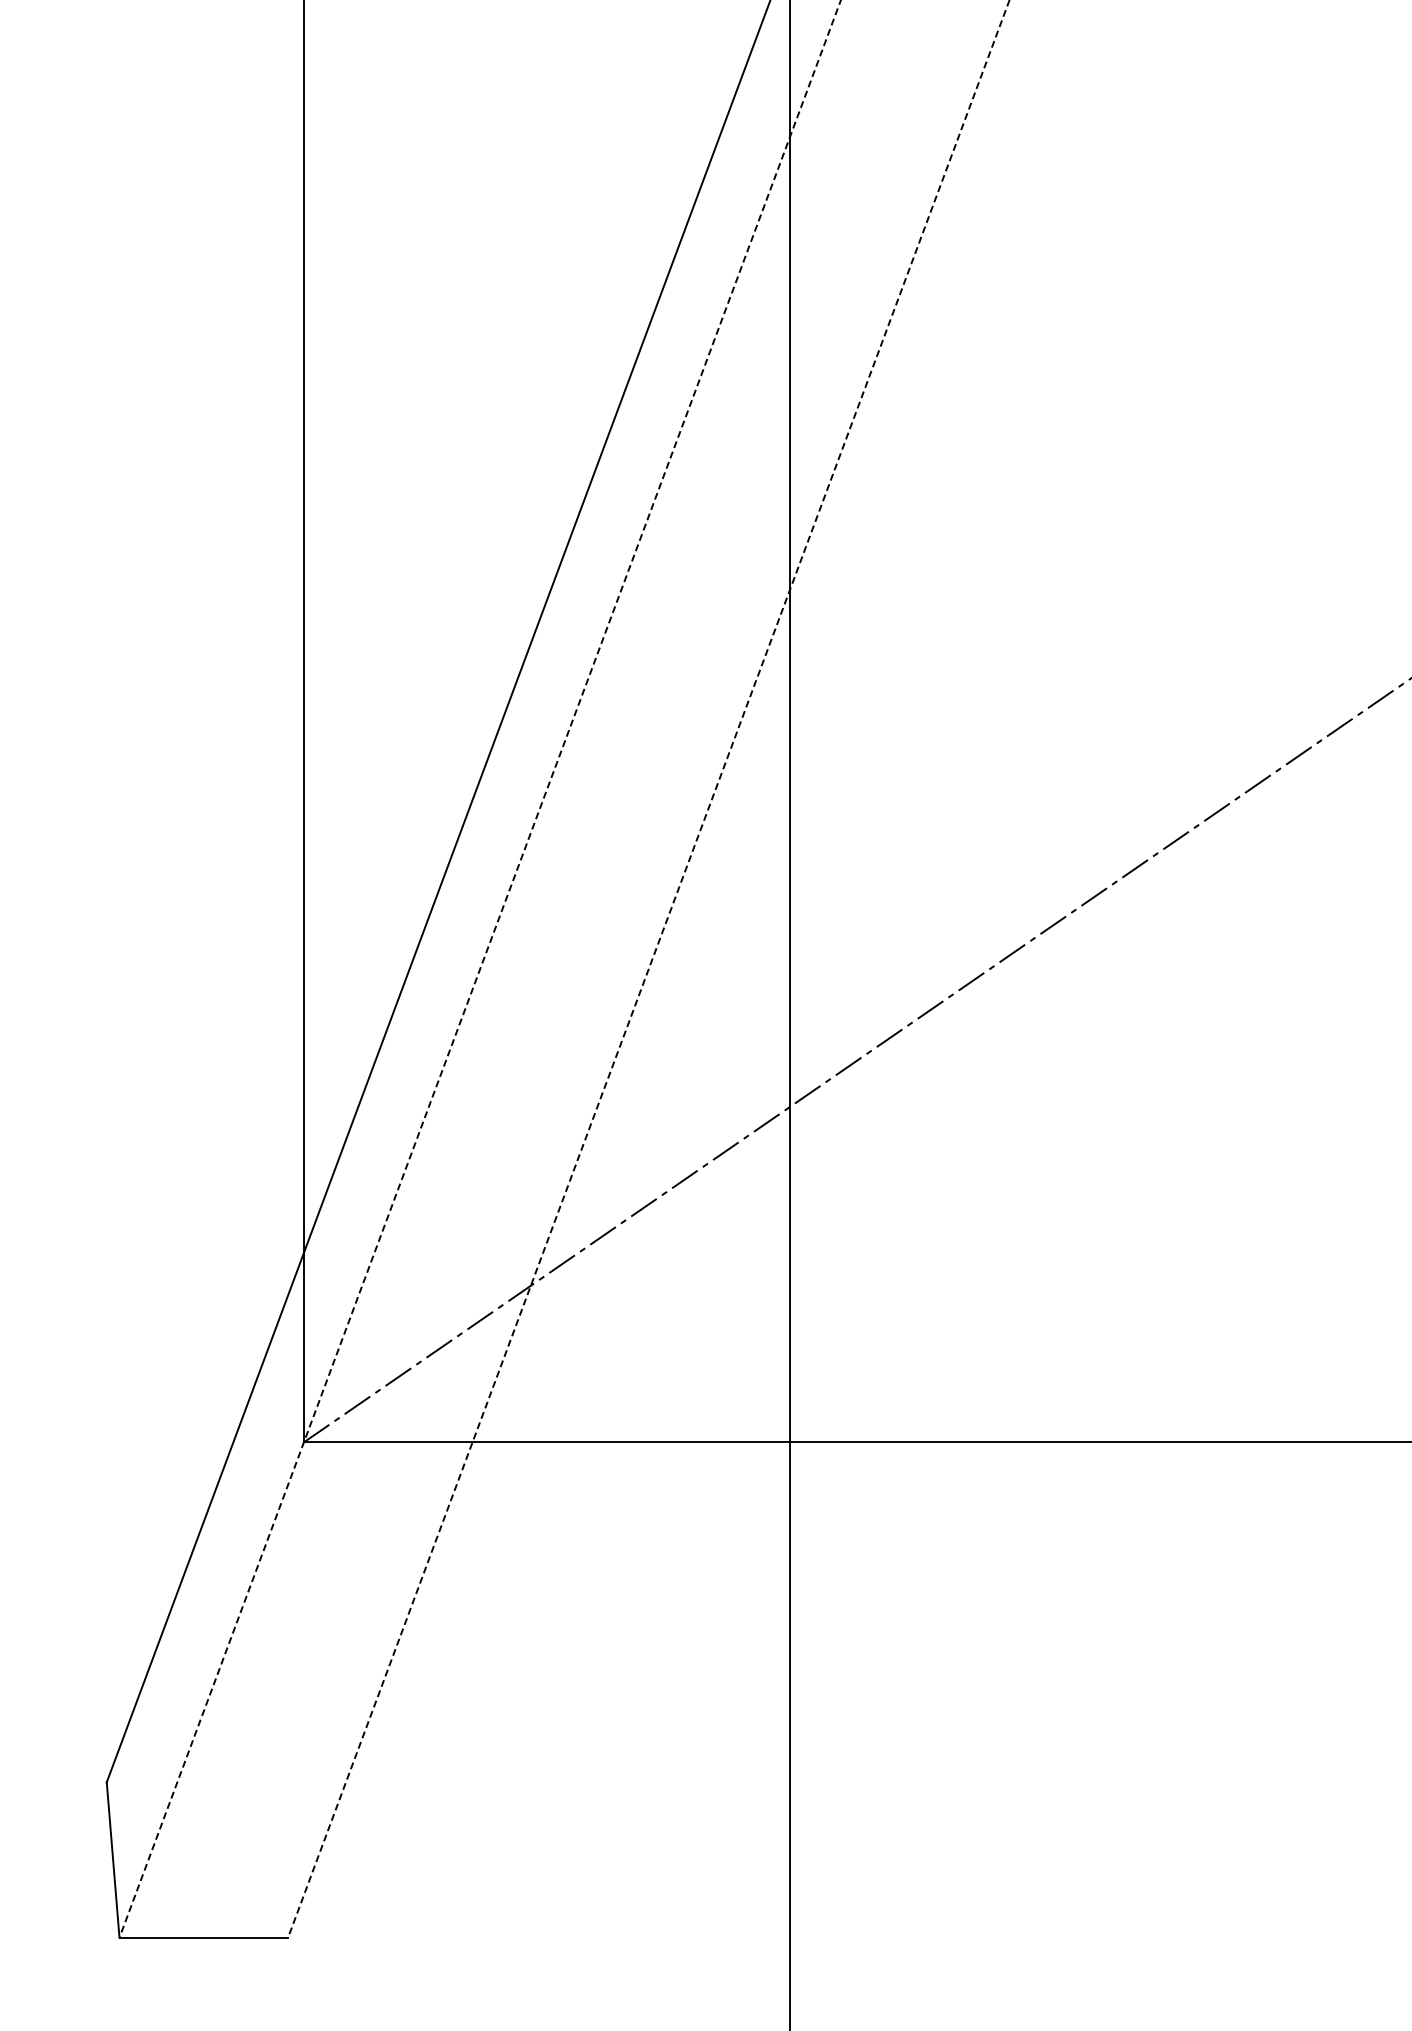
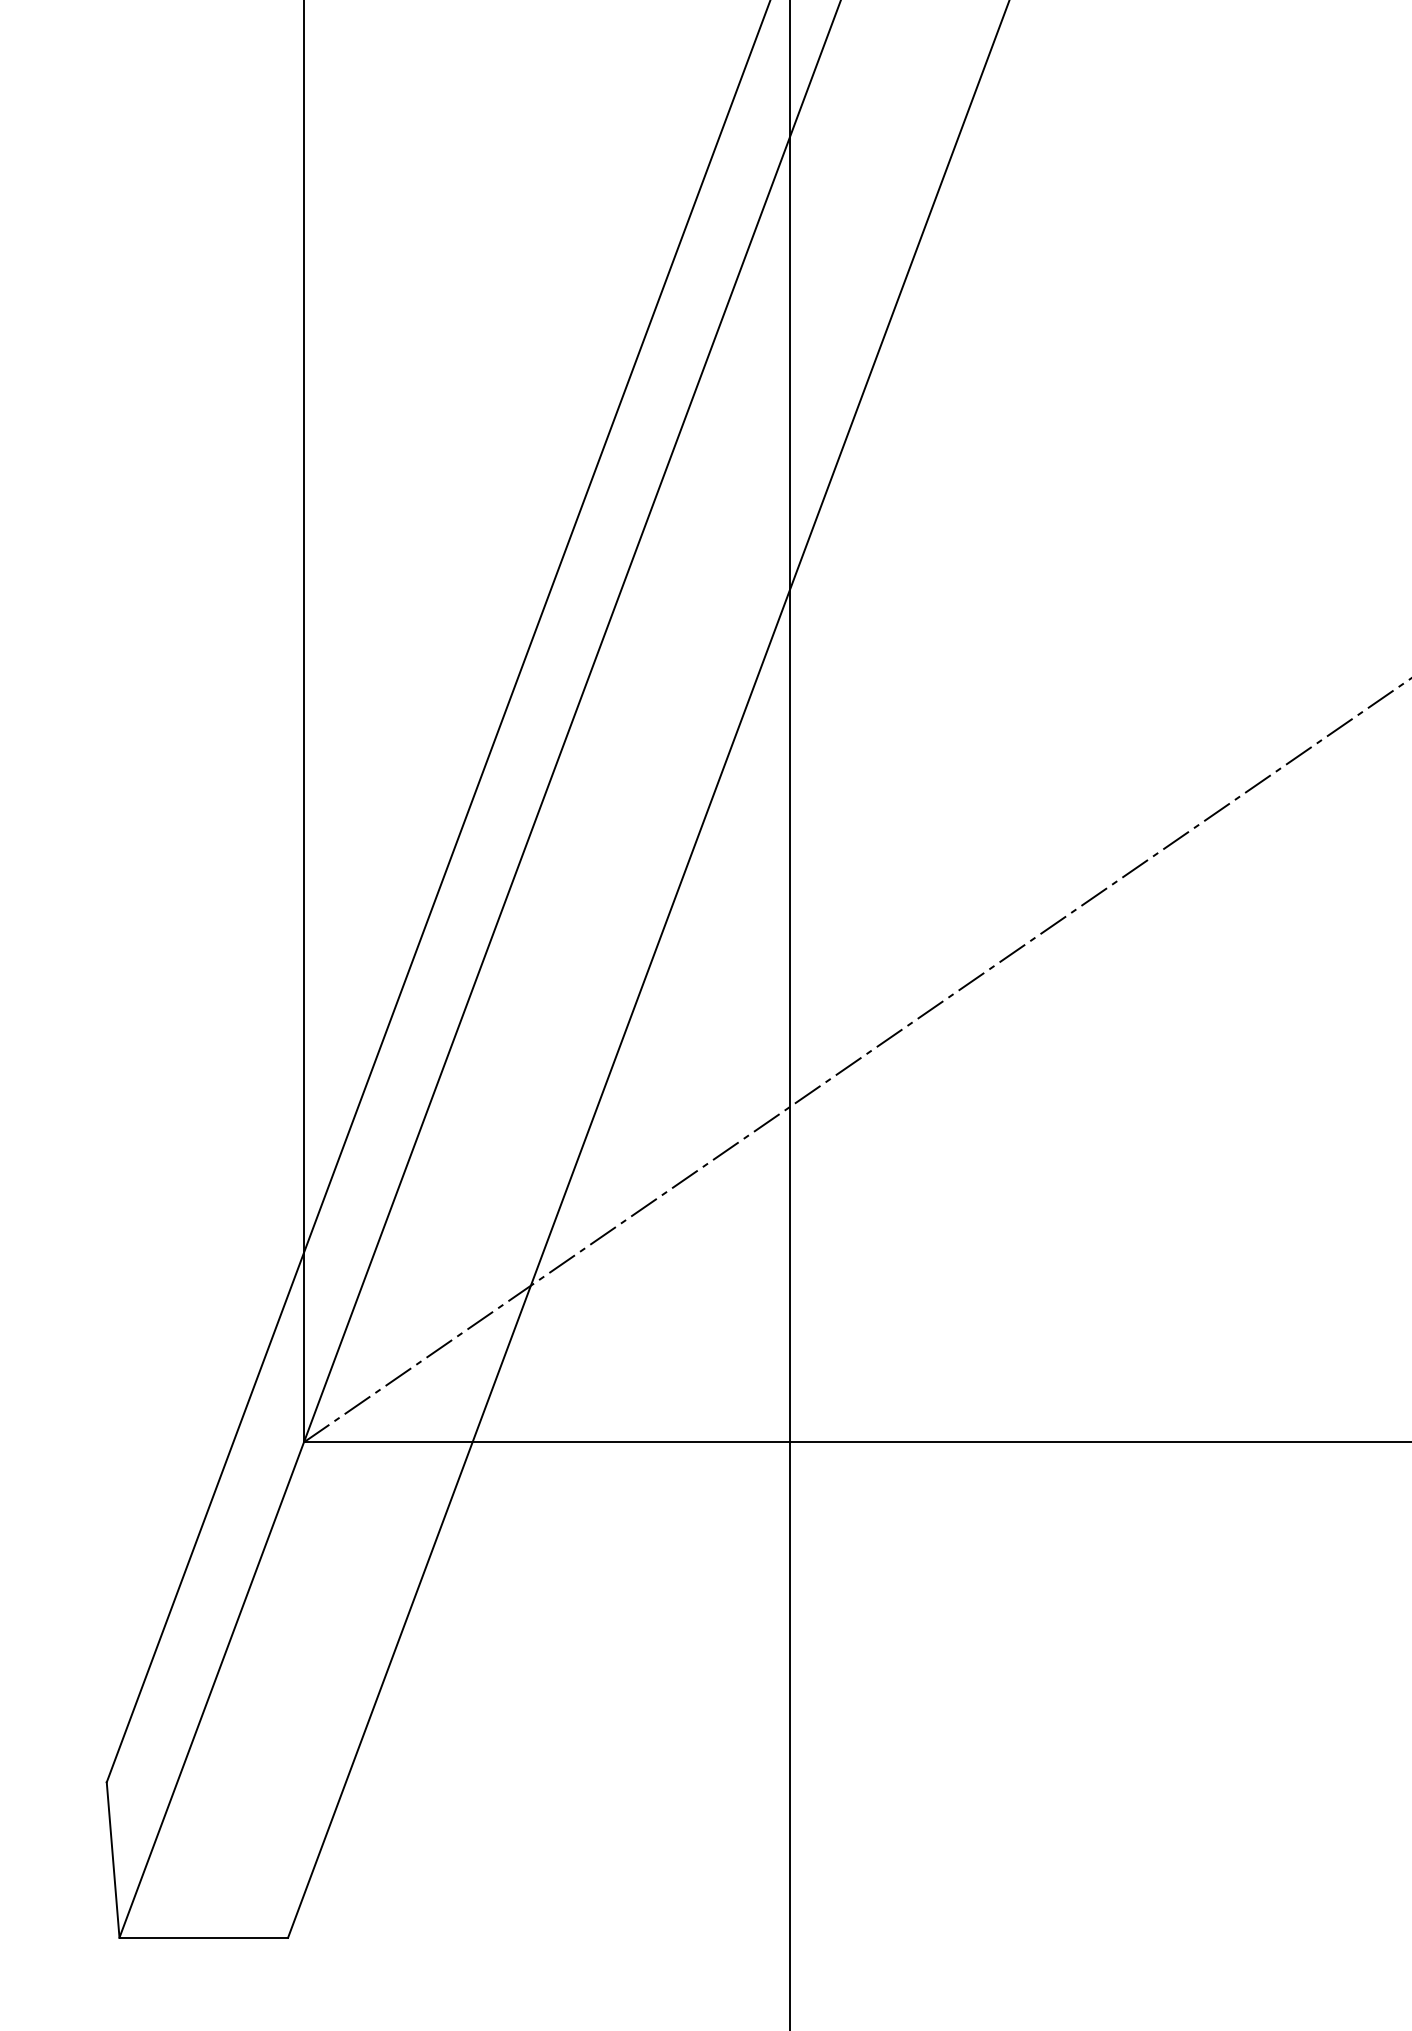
line at (479, 969): dashed -> solid
line at (648, 969): dashed -> solid
